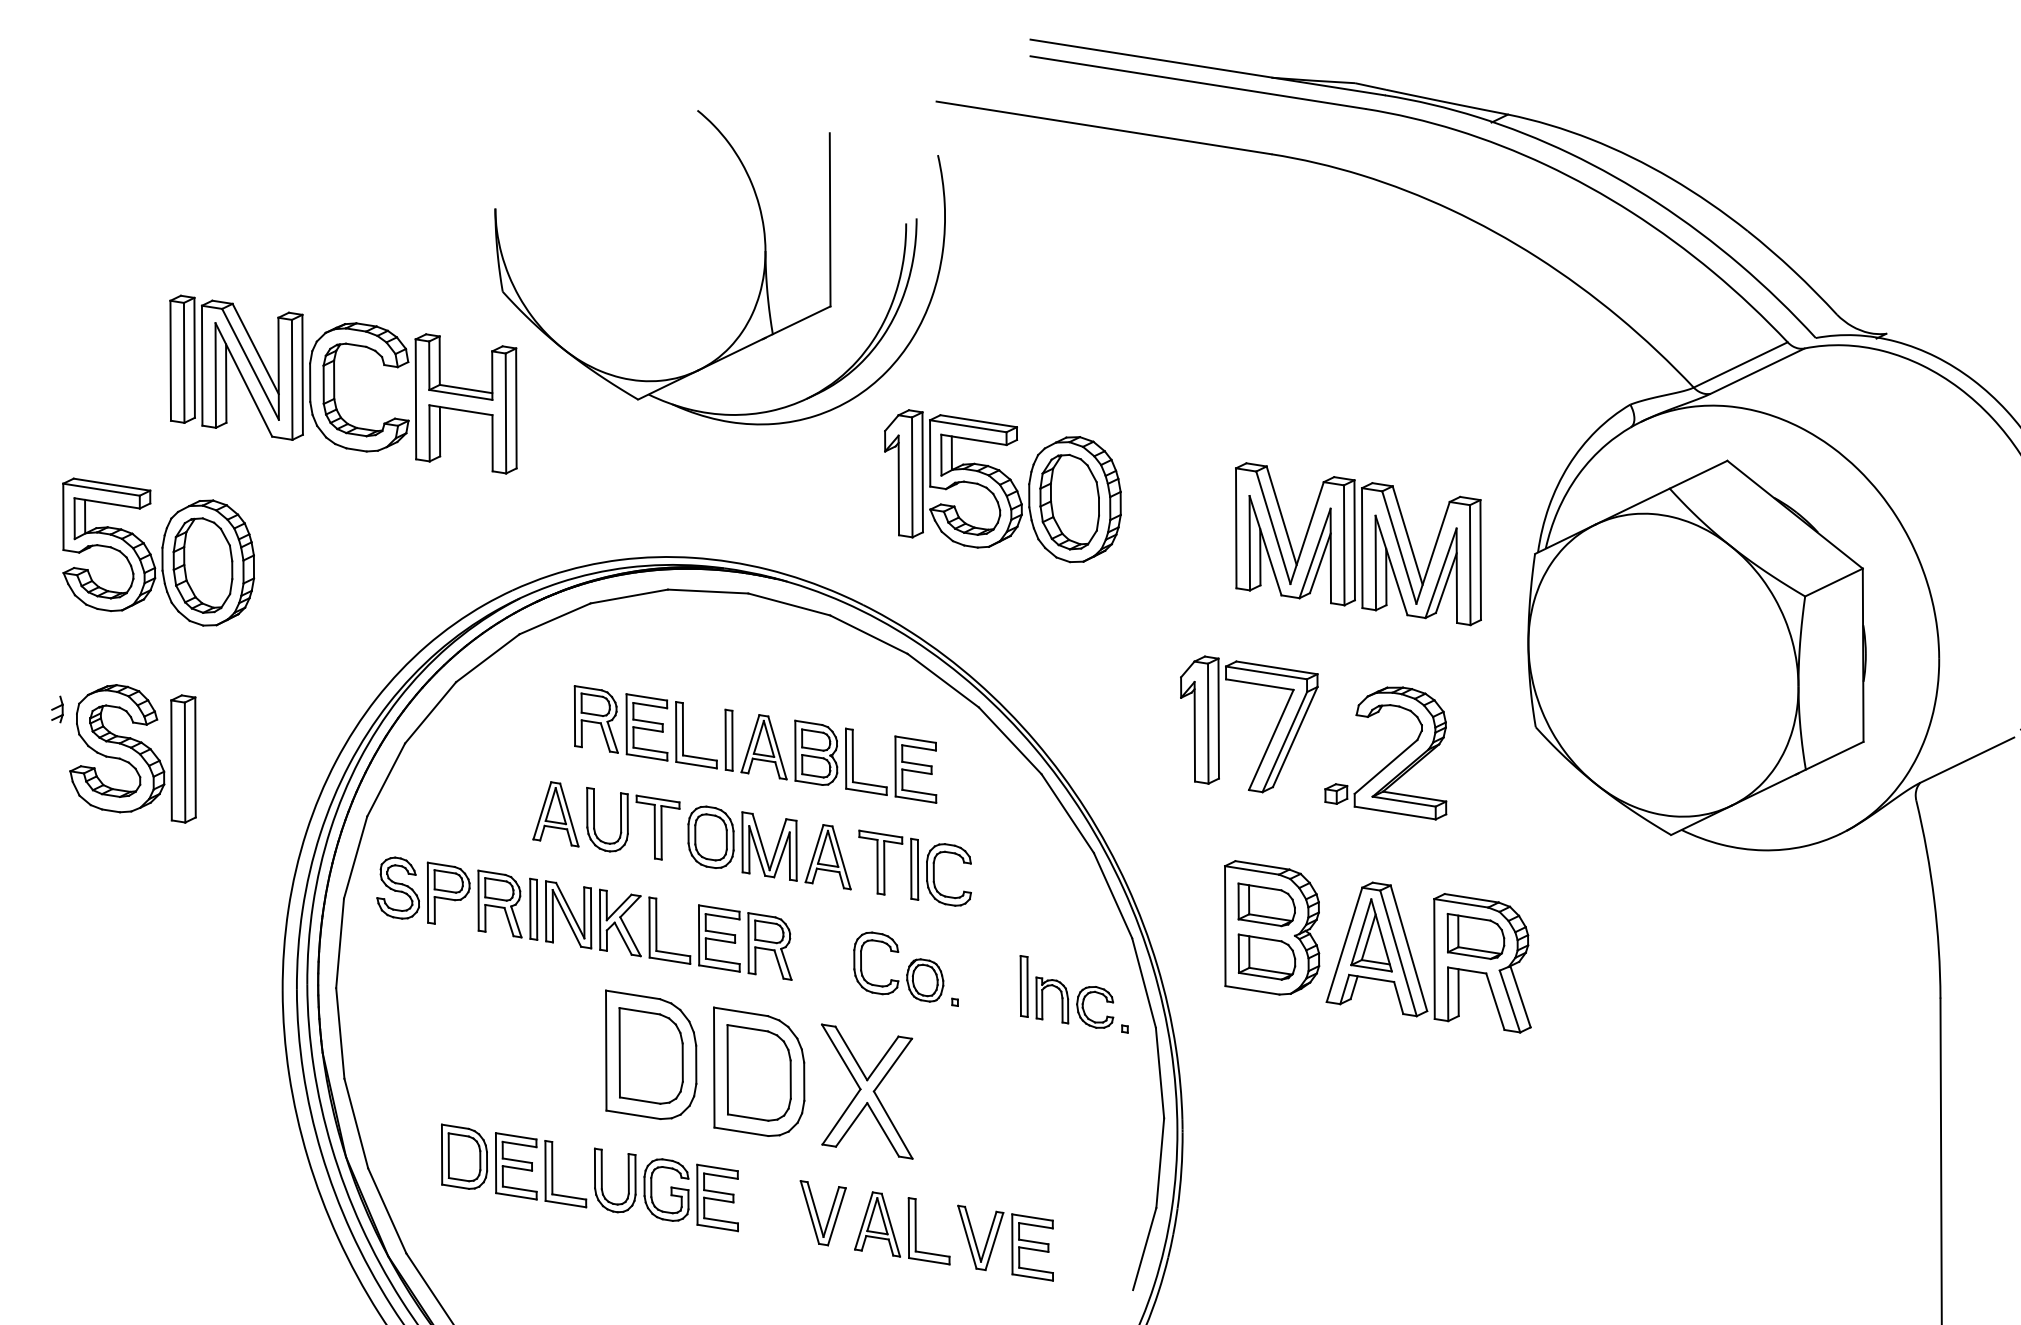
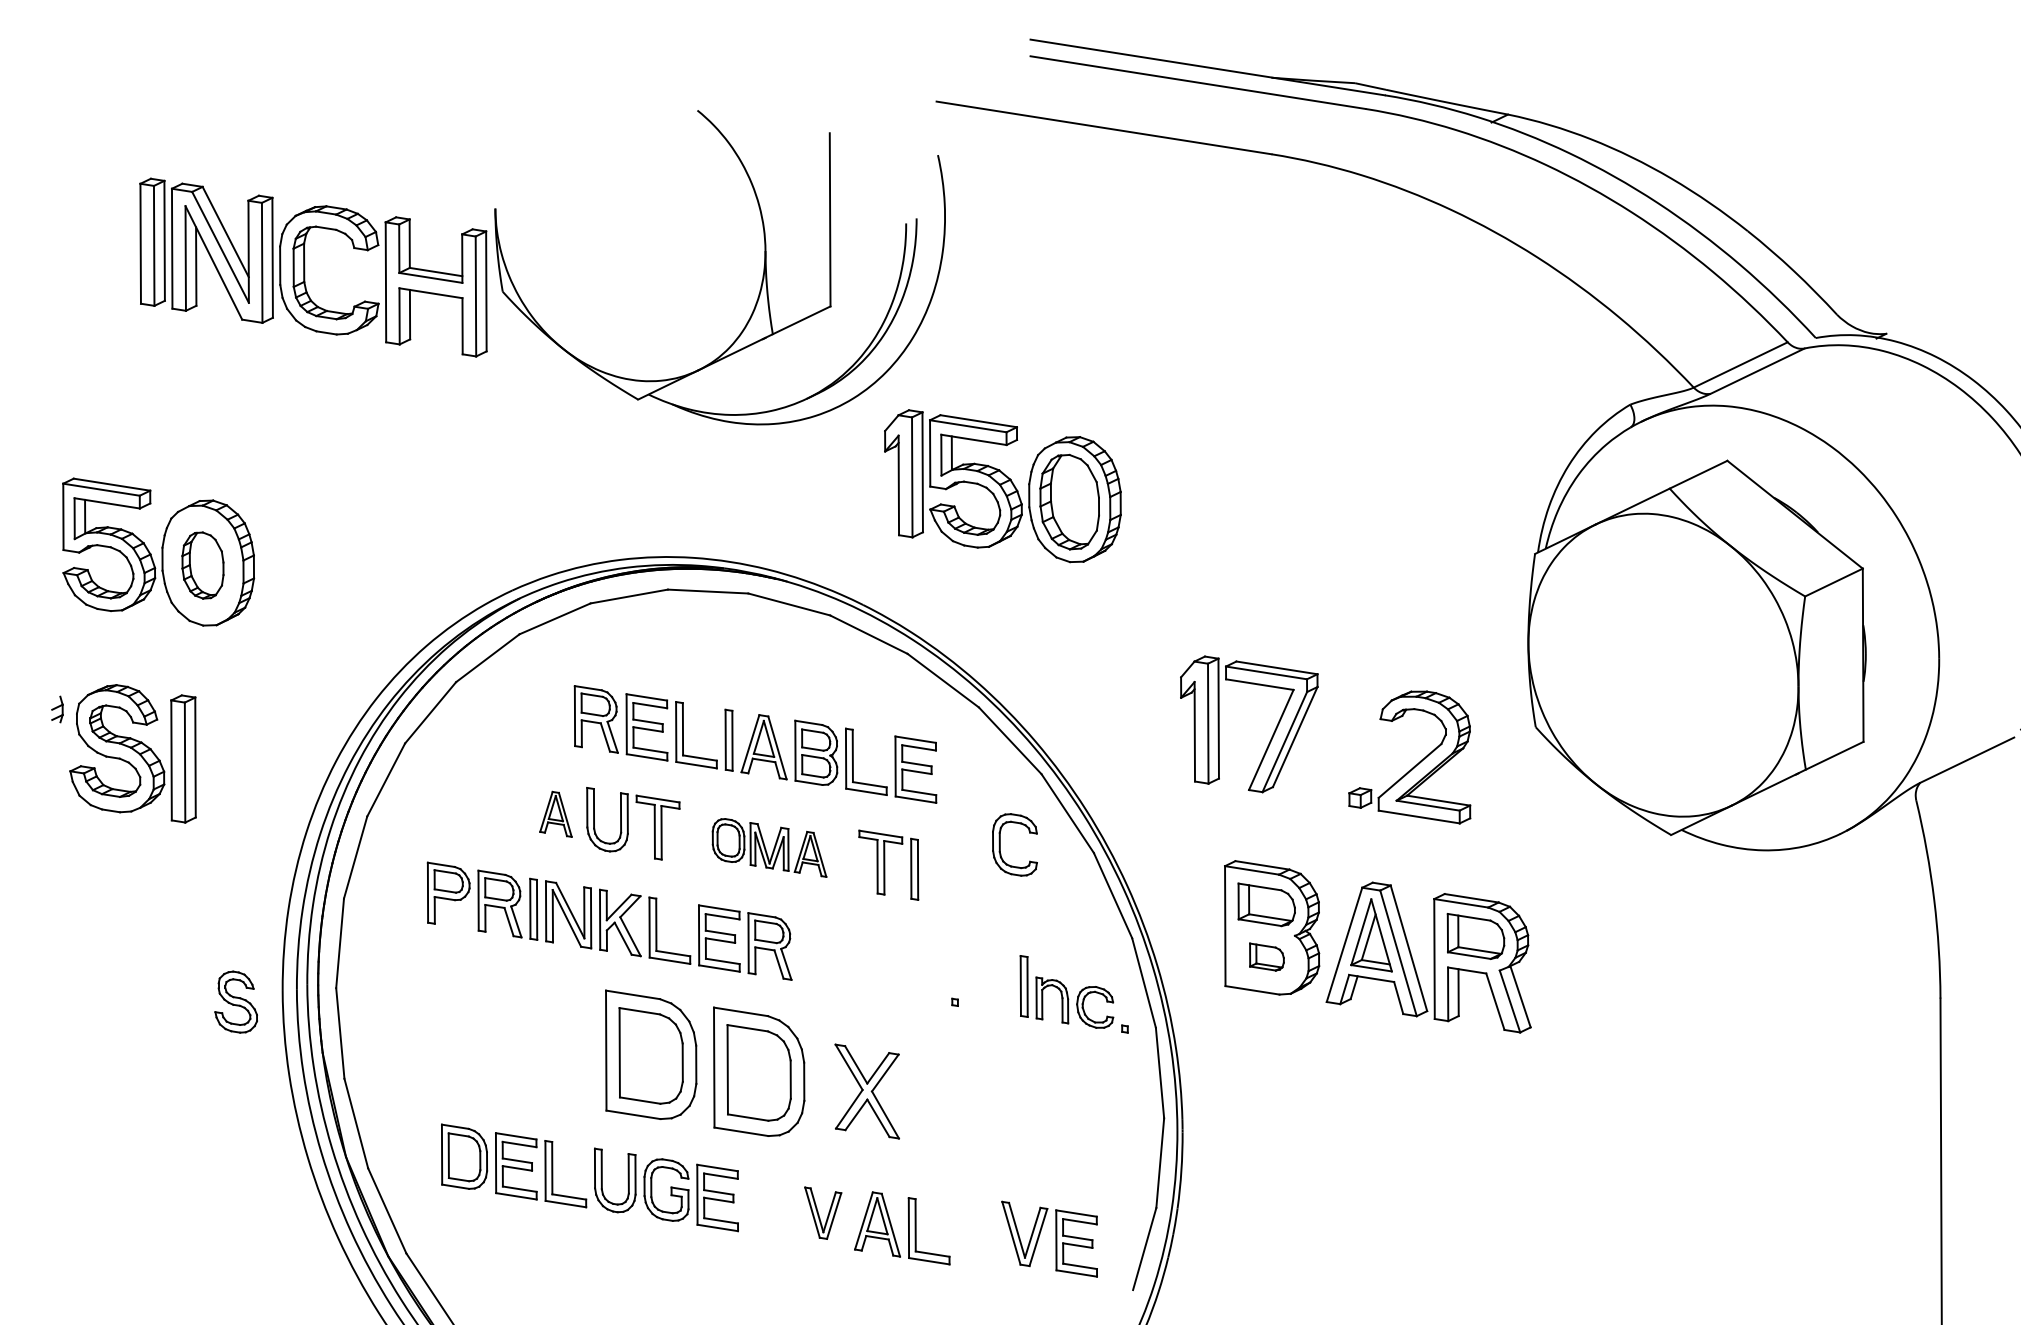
part at (335, 384) position: (335, 384) -> (305, 267)
part at (1358, 544): present -> none
part at (202, 565) size: 62x97 px -> 44x69 px
part at (1390, 761) position: (1390, 761) -> (1414, 765)
part at (555, 814) size: 48x67 px -> 34x48 px
part at (769, 847) size: 165x86 px -> 117x60 px
part at (934, 874) position: (934, 874) -> (1000, 844)
part at (397, 887) position: (397, 887) -> (235, 1001)
part at (1266, 956) size: 60x48 px -> 36x30 px
part at (907, 968): present -> none
part at (867, 1091) size: 93x137 px -> 66x97 px
part at (822, 1213) size: 48x67 px -> 39x54 px
part at (1005, 1242) position: (1005, 1242) -> (1049, 1238)
